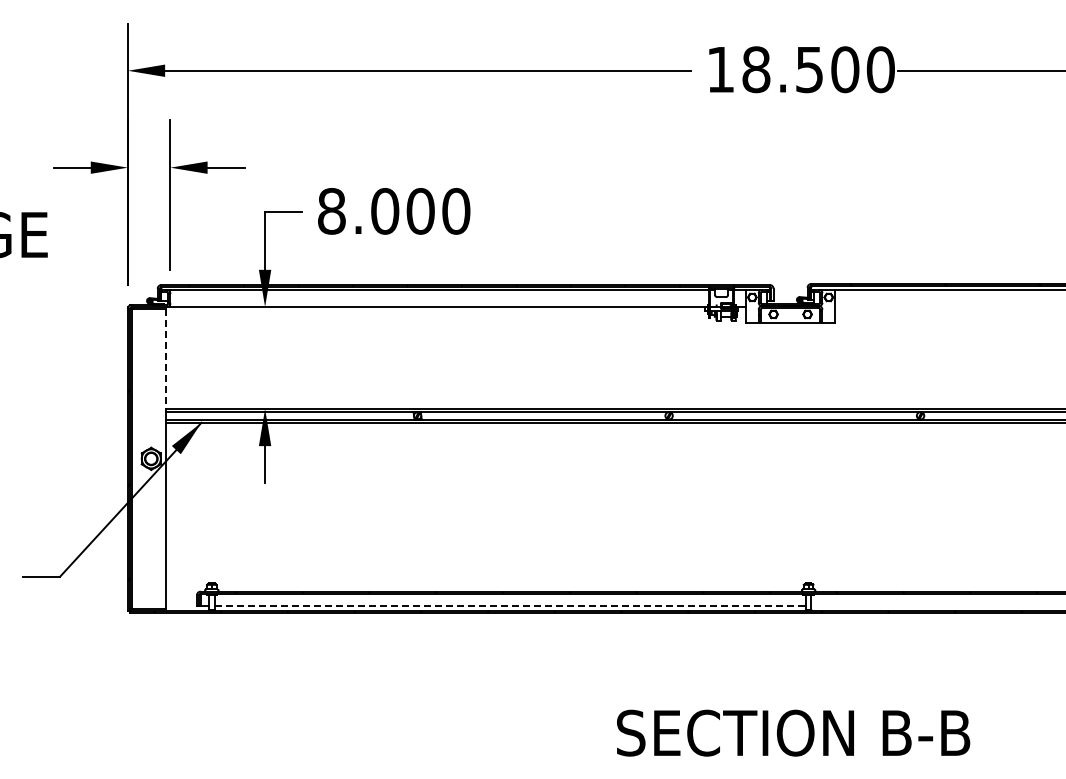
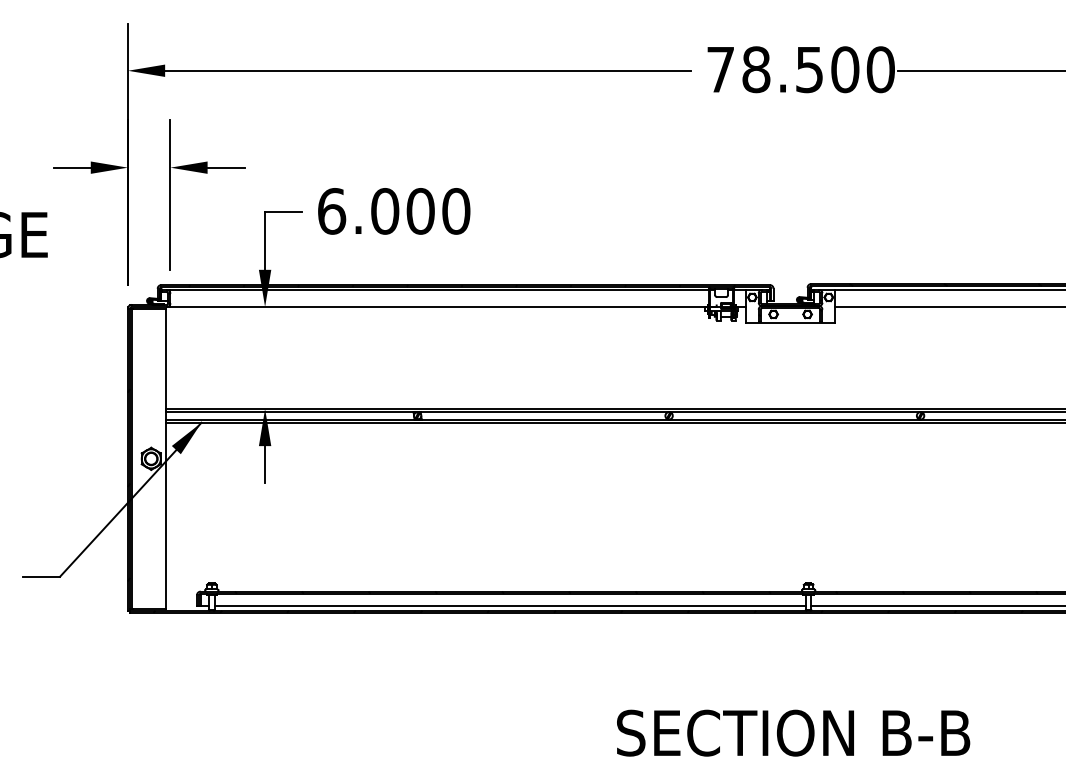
text at (720, 69): 18.500 -> 78.500
text at (332, 211): 8.000 -> 6.000
line at (948, 307): none -> present
line at (166, 359): dashed -> solid
line at (510, 606): dashed -> solid
line at (936, 606): none -> present
